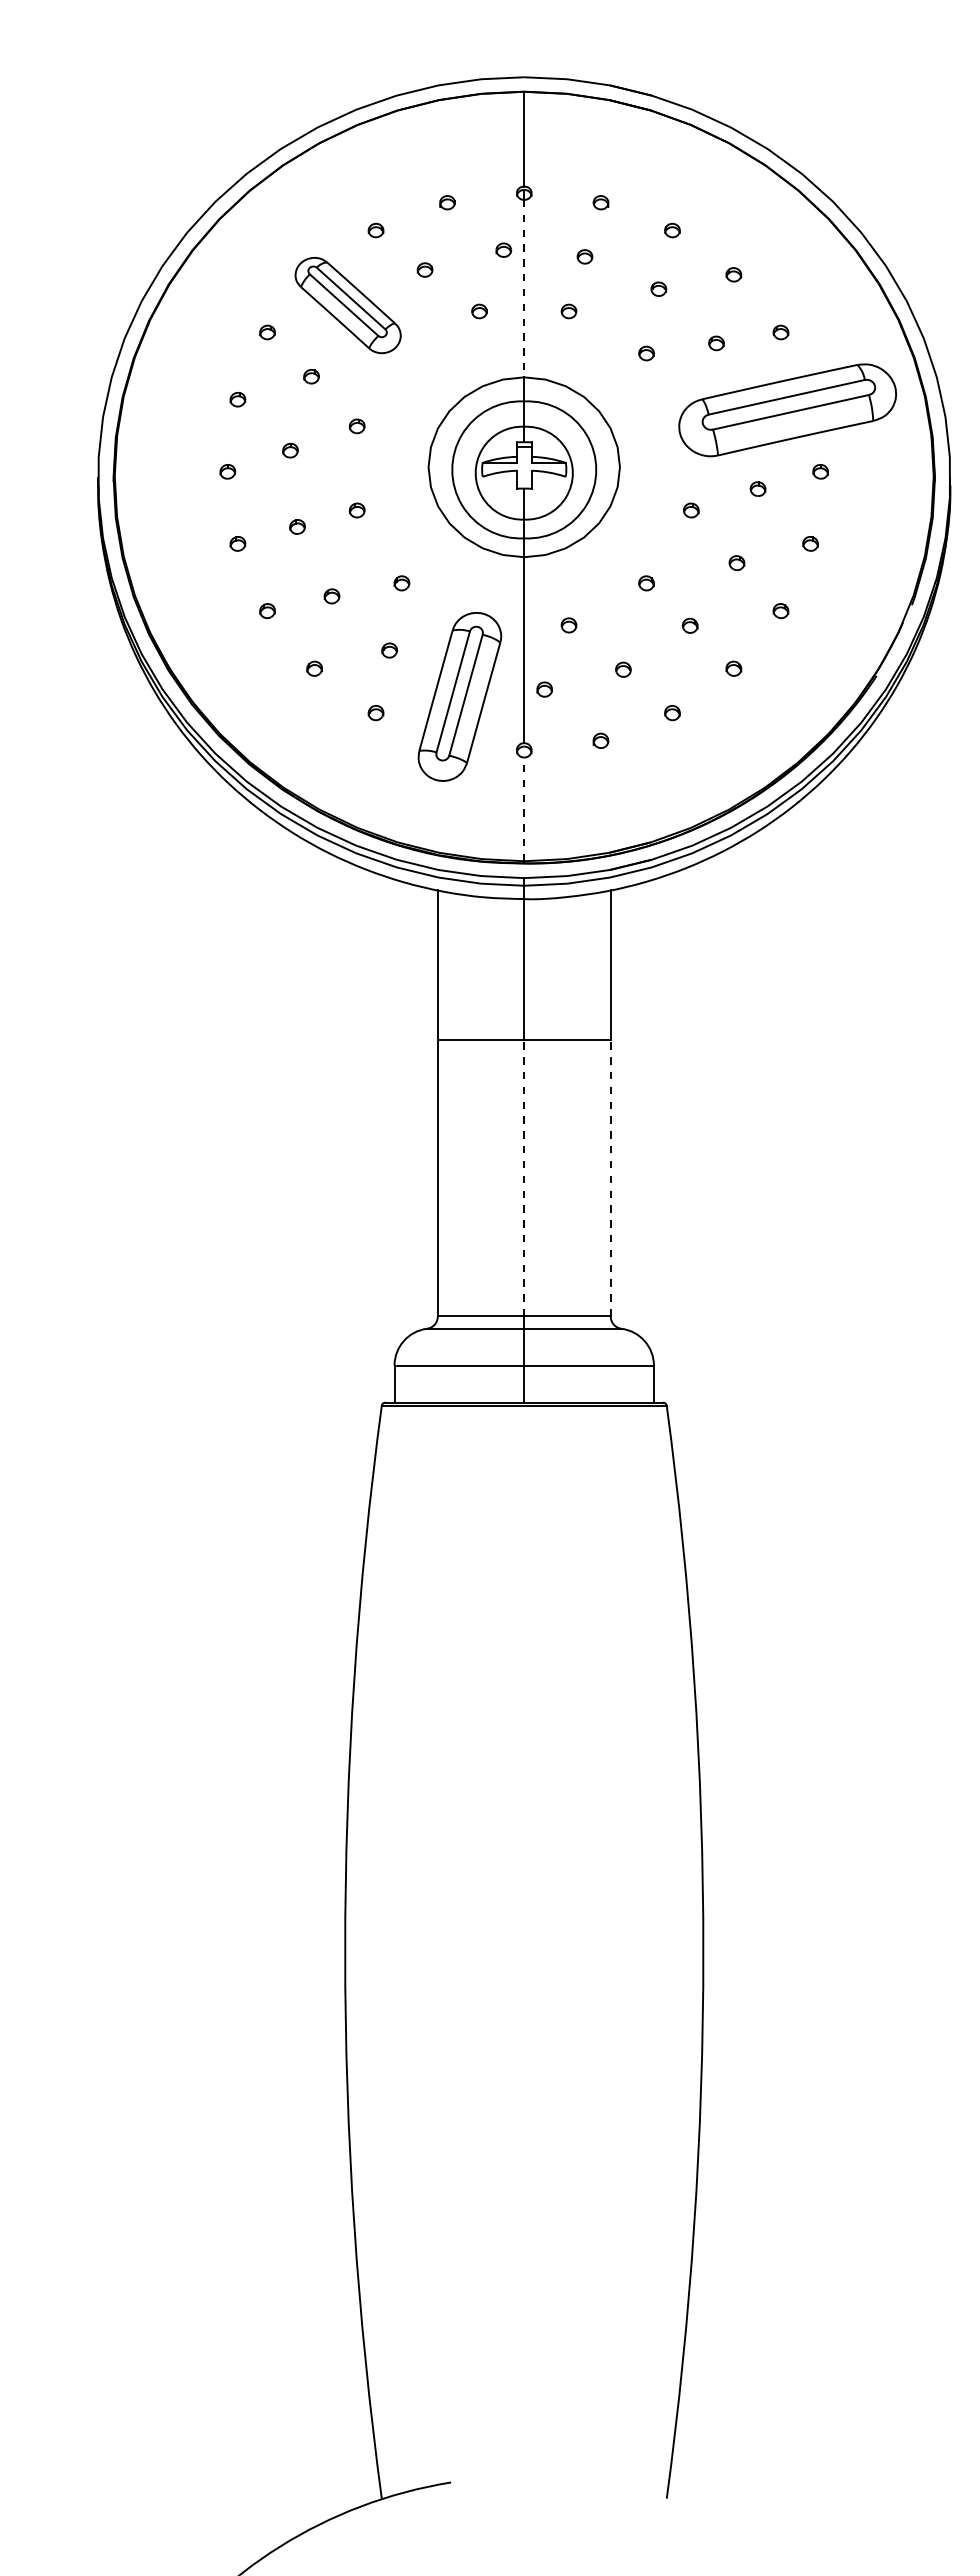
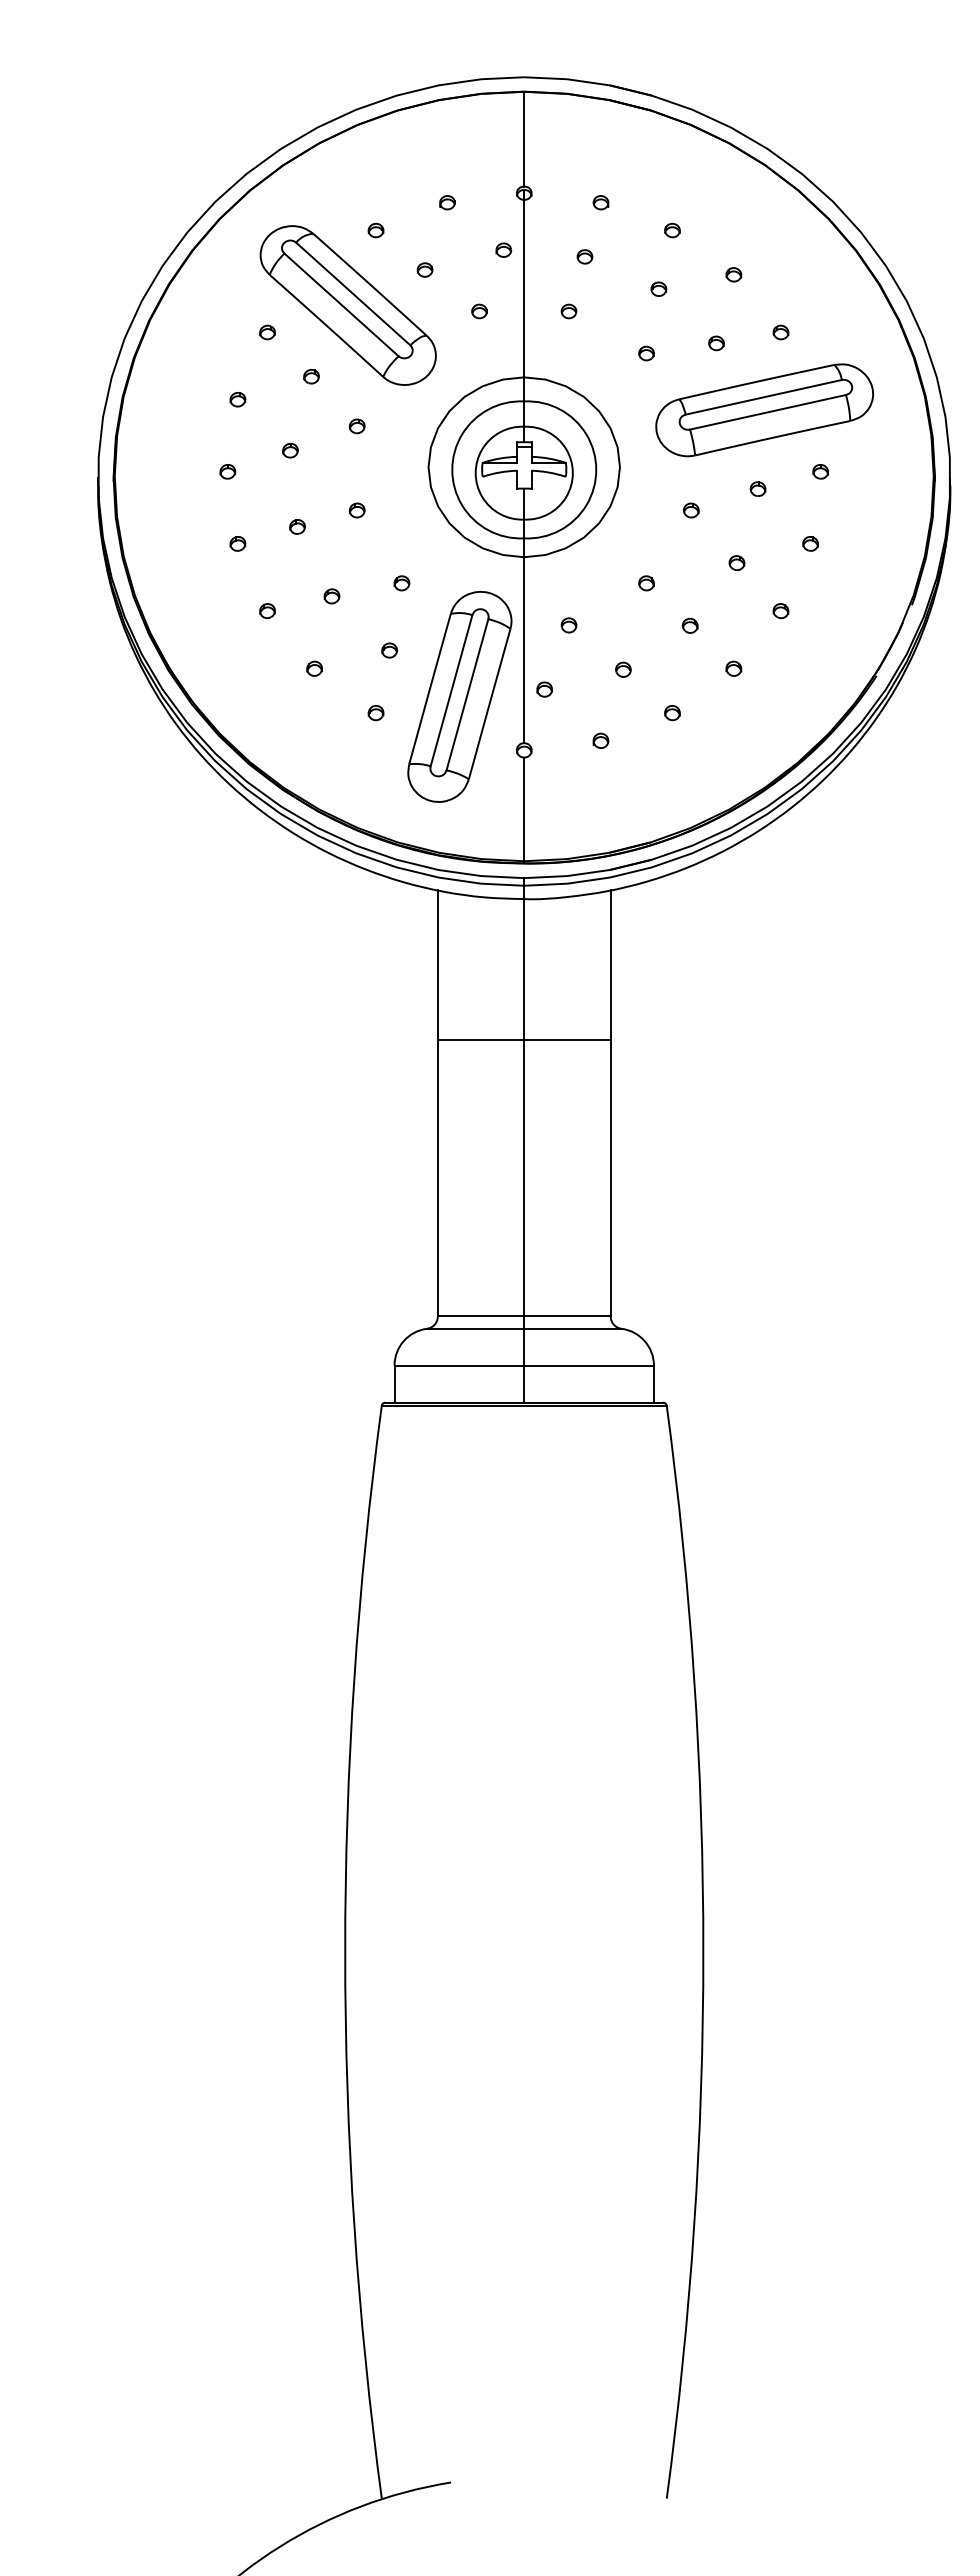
line at (524, 288): dashed -> solid
part at (347, 305) size: 108x98 px -> 178x161 px
part at (787, 410) position: (787, 410) -> (764, 410)
part at (459, 696) size: 86x170 px -> 106x212 px
line at (524, 809): dashed -> solid
line at (524, 1177): dashed -> solid
line at (610, 1177): dashed -> solid
